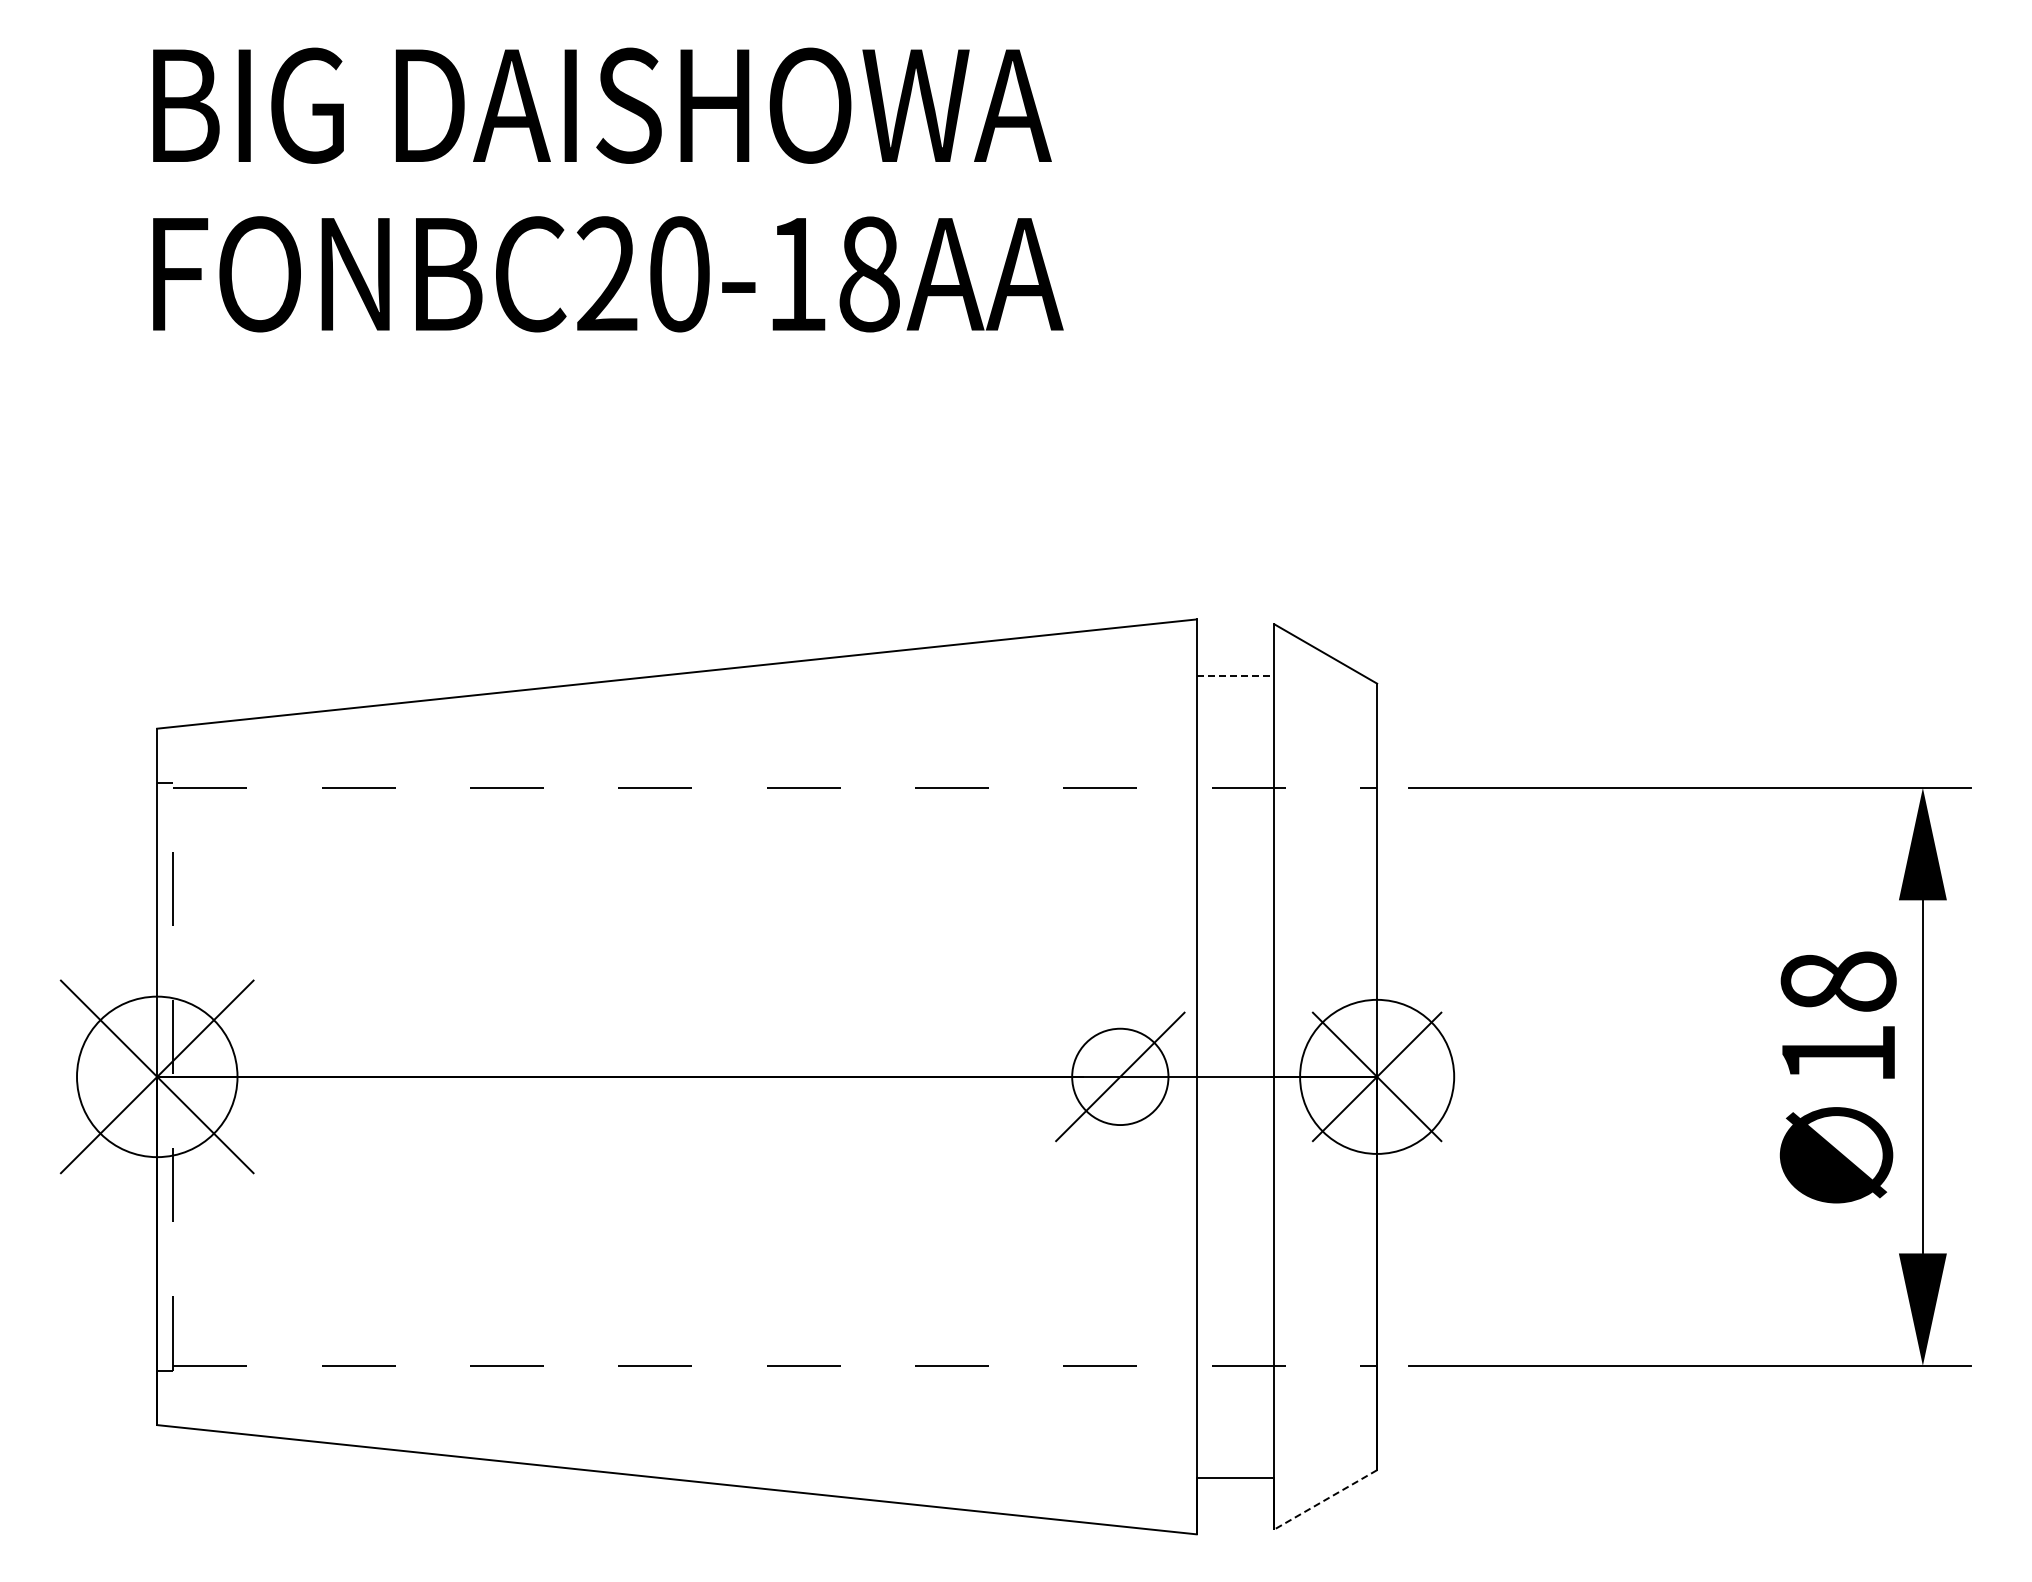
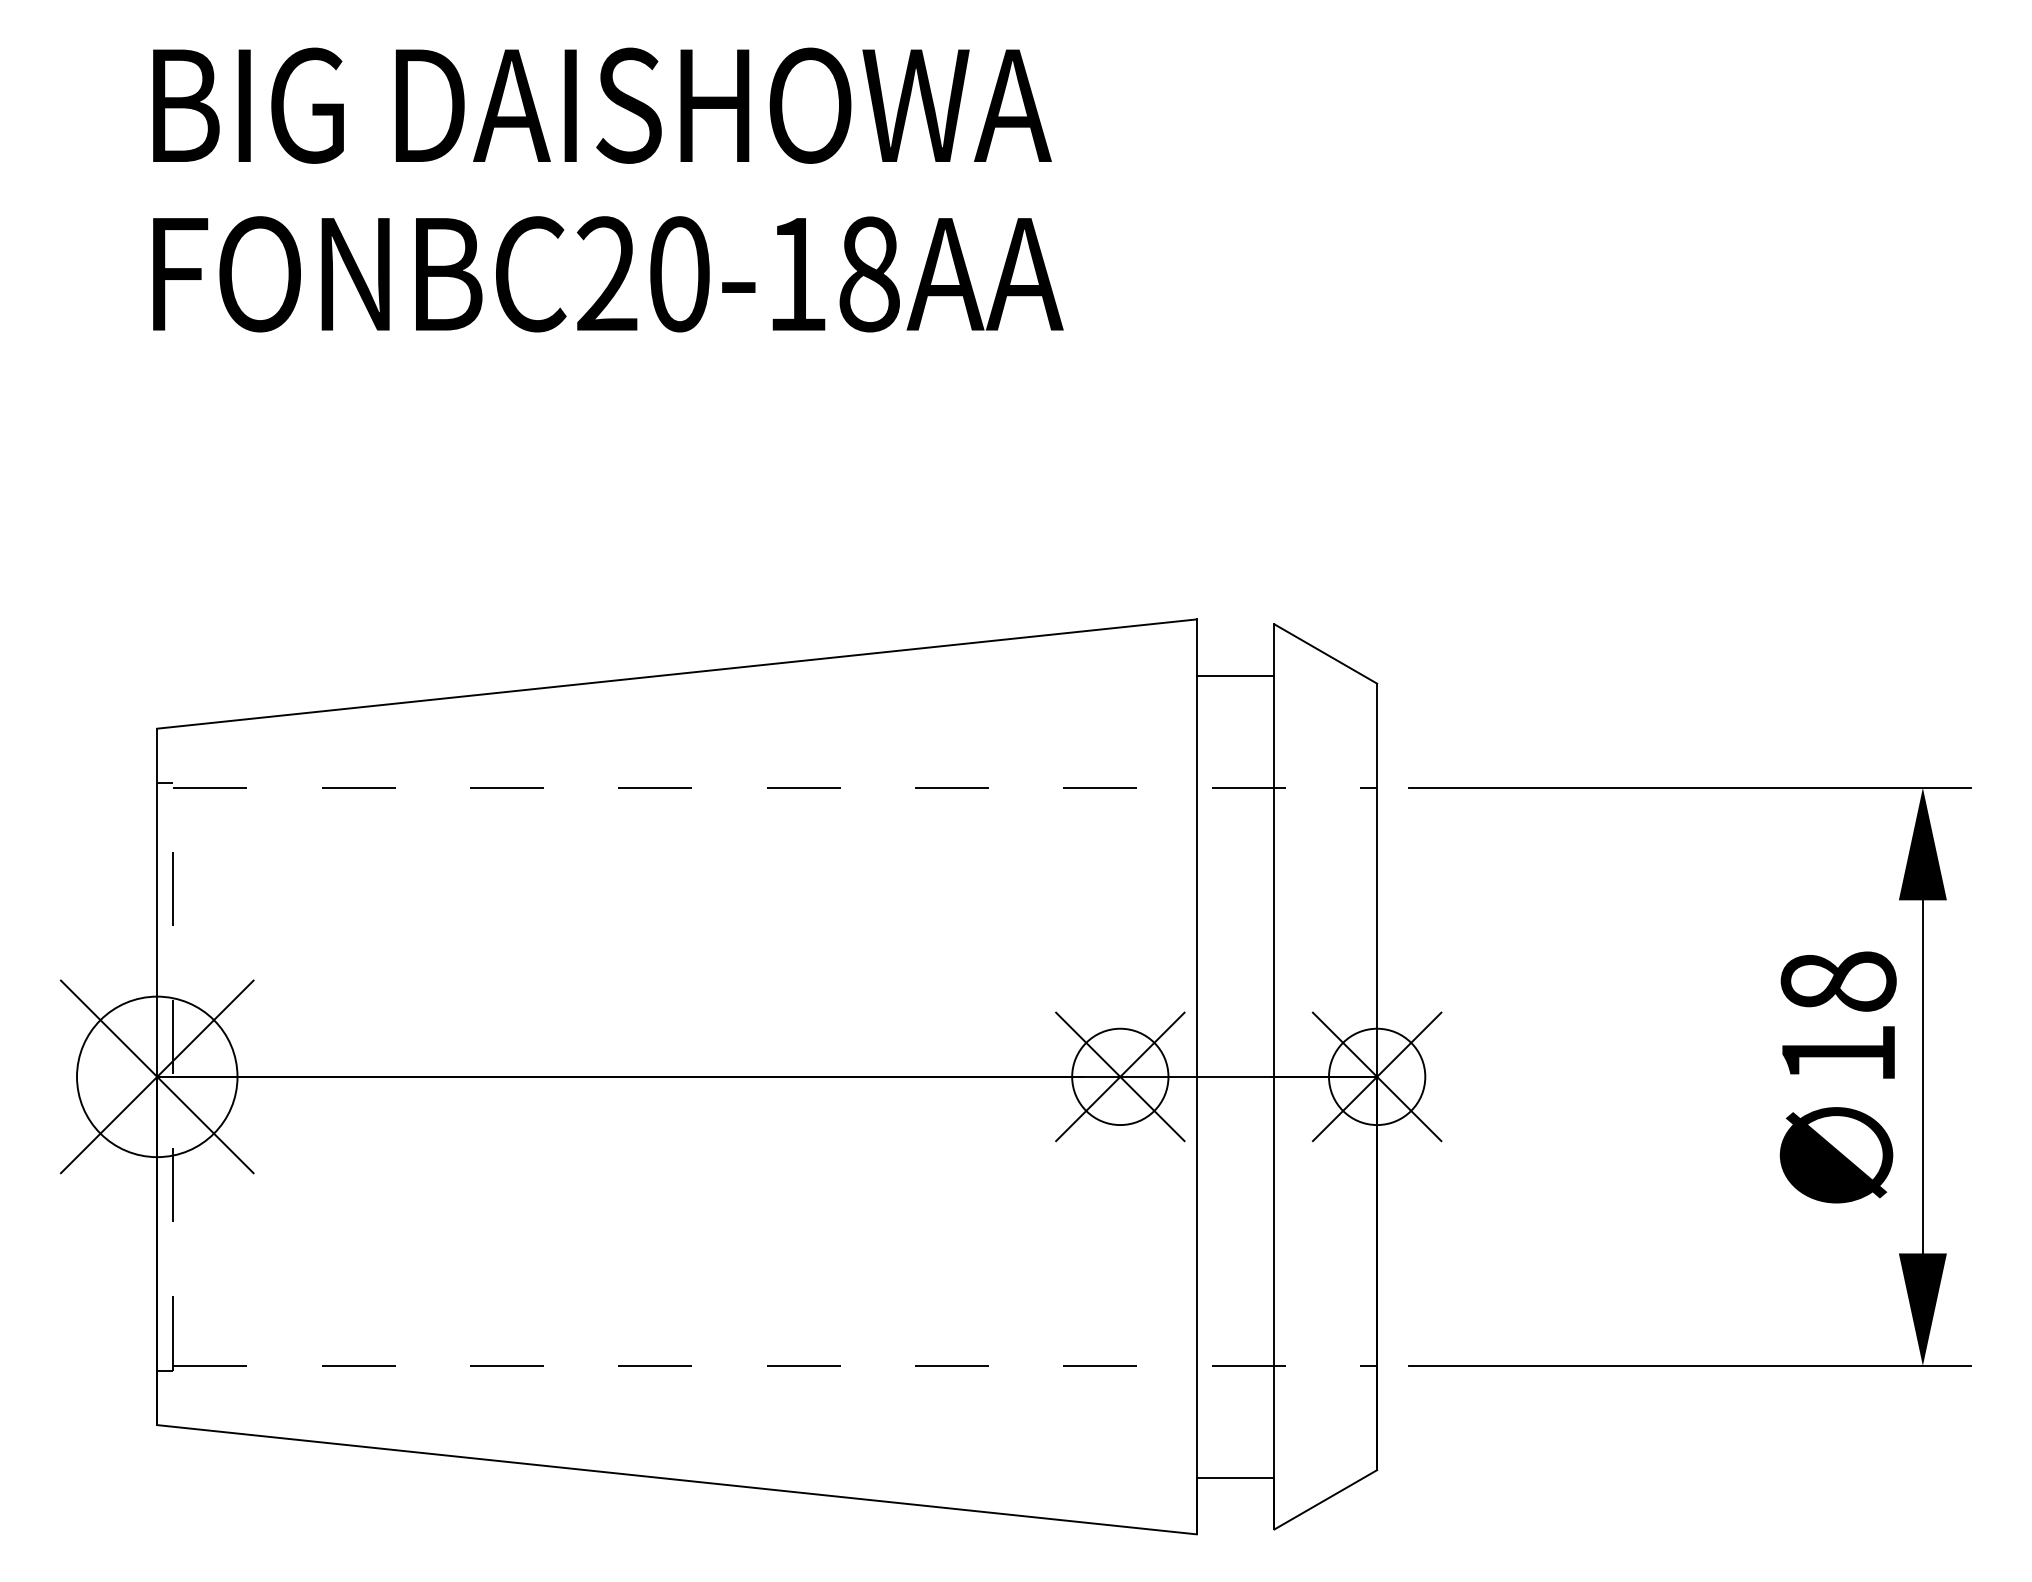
line at (1235, 675): dashed -> solid
line at (1120, 1076): none -> present
circle at (1377, 1076) diameter: 154 px -> 96 px
line at (1325, 1500): dashed -> solid
